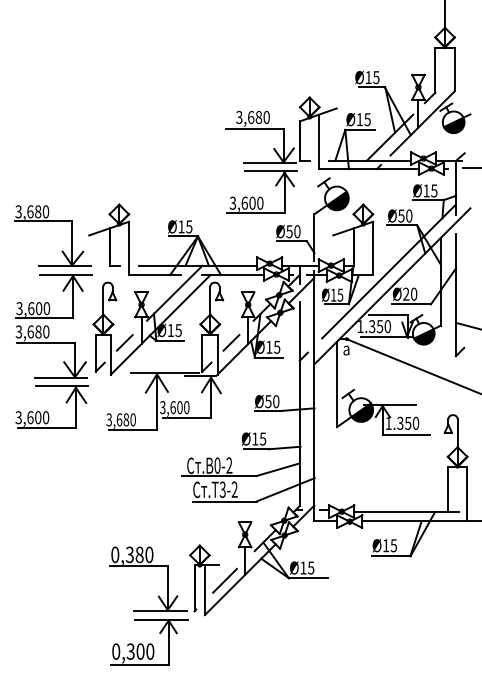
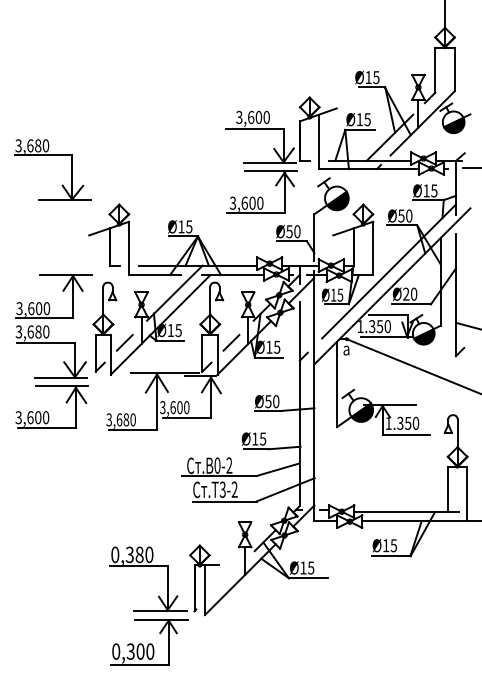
text at (258, 117): 3,680 -> 3,600
part at (52, 221) position: (52, 221) -> (52, 155)
line at (224, 580): present -> none
